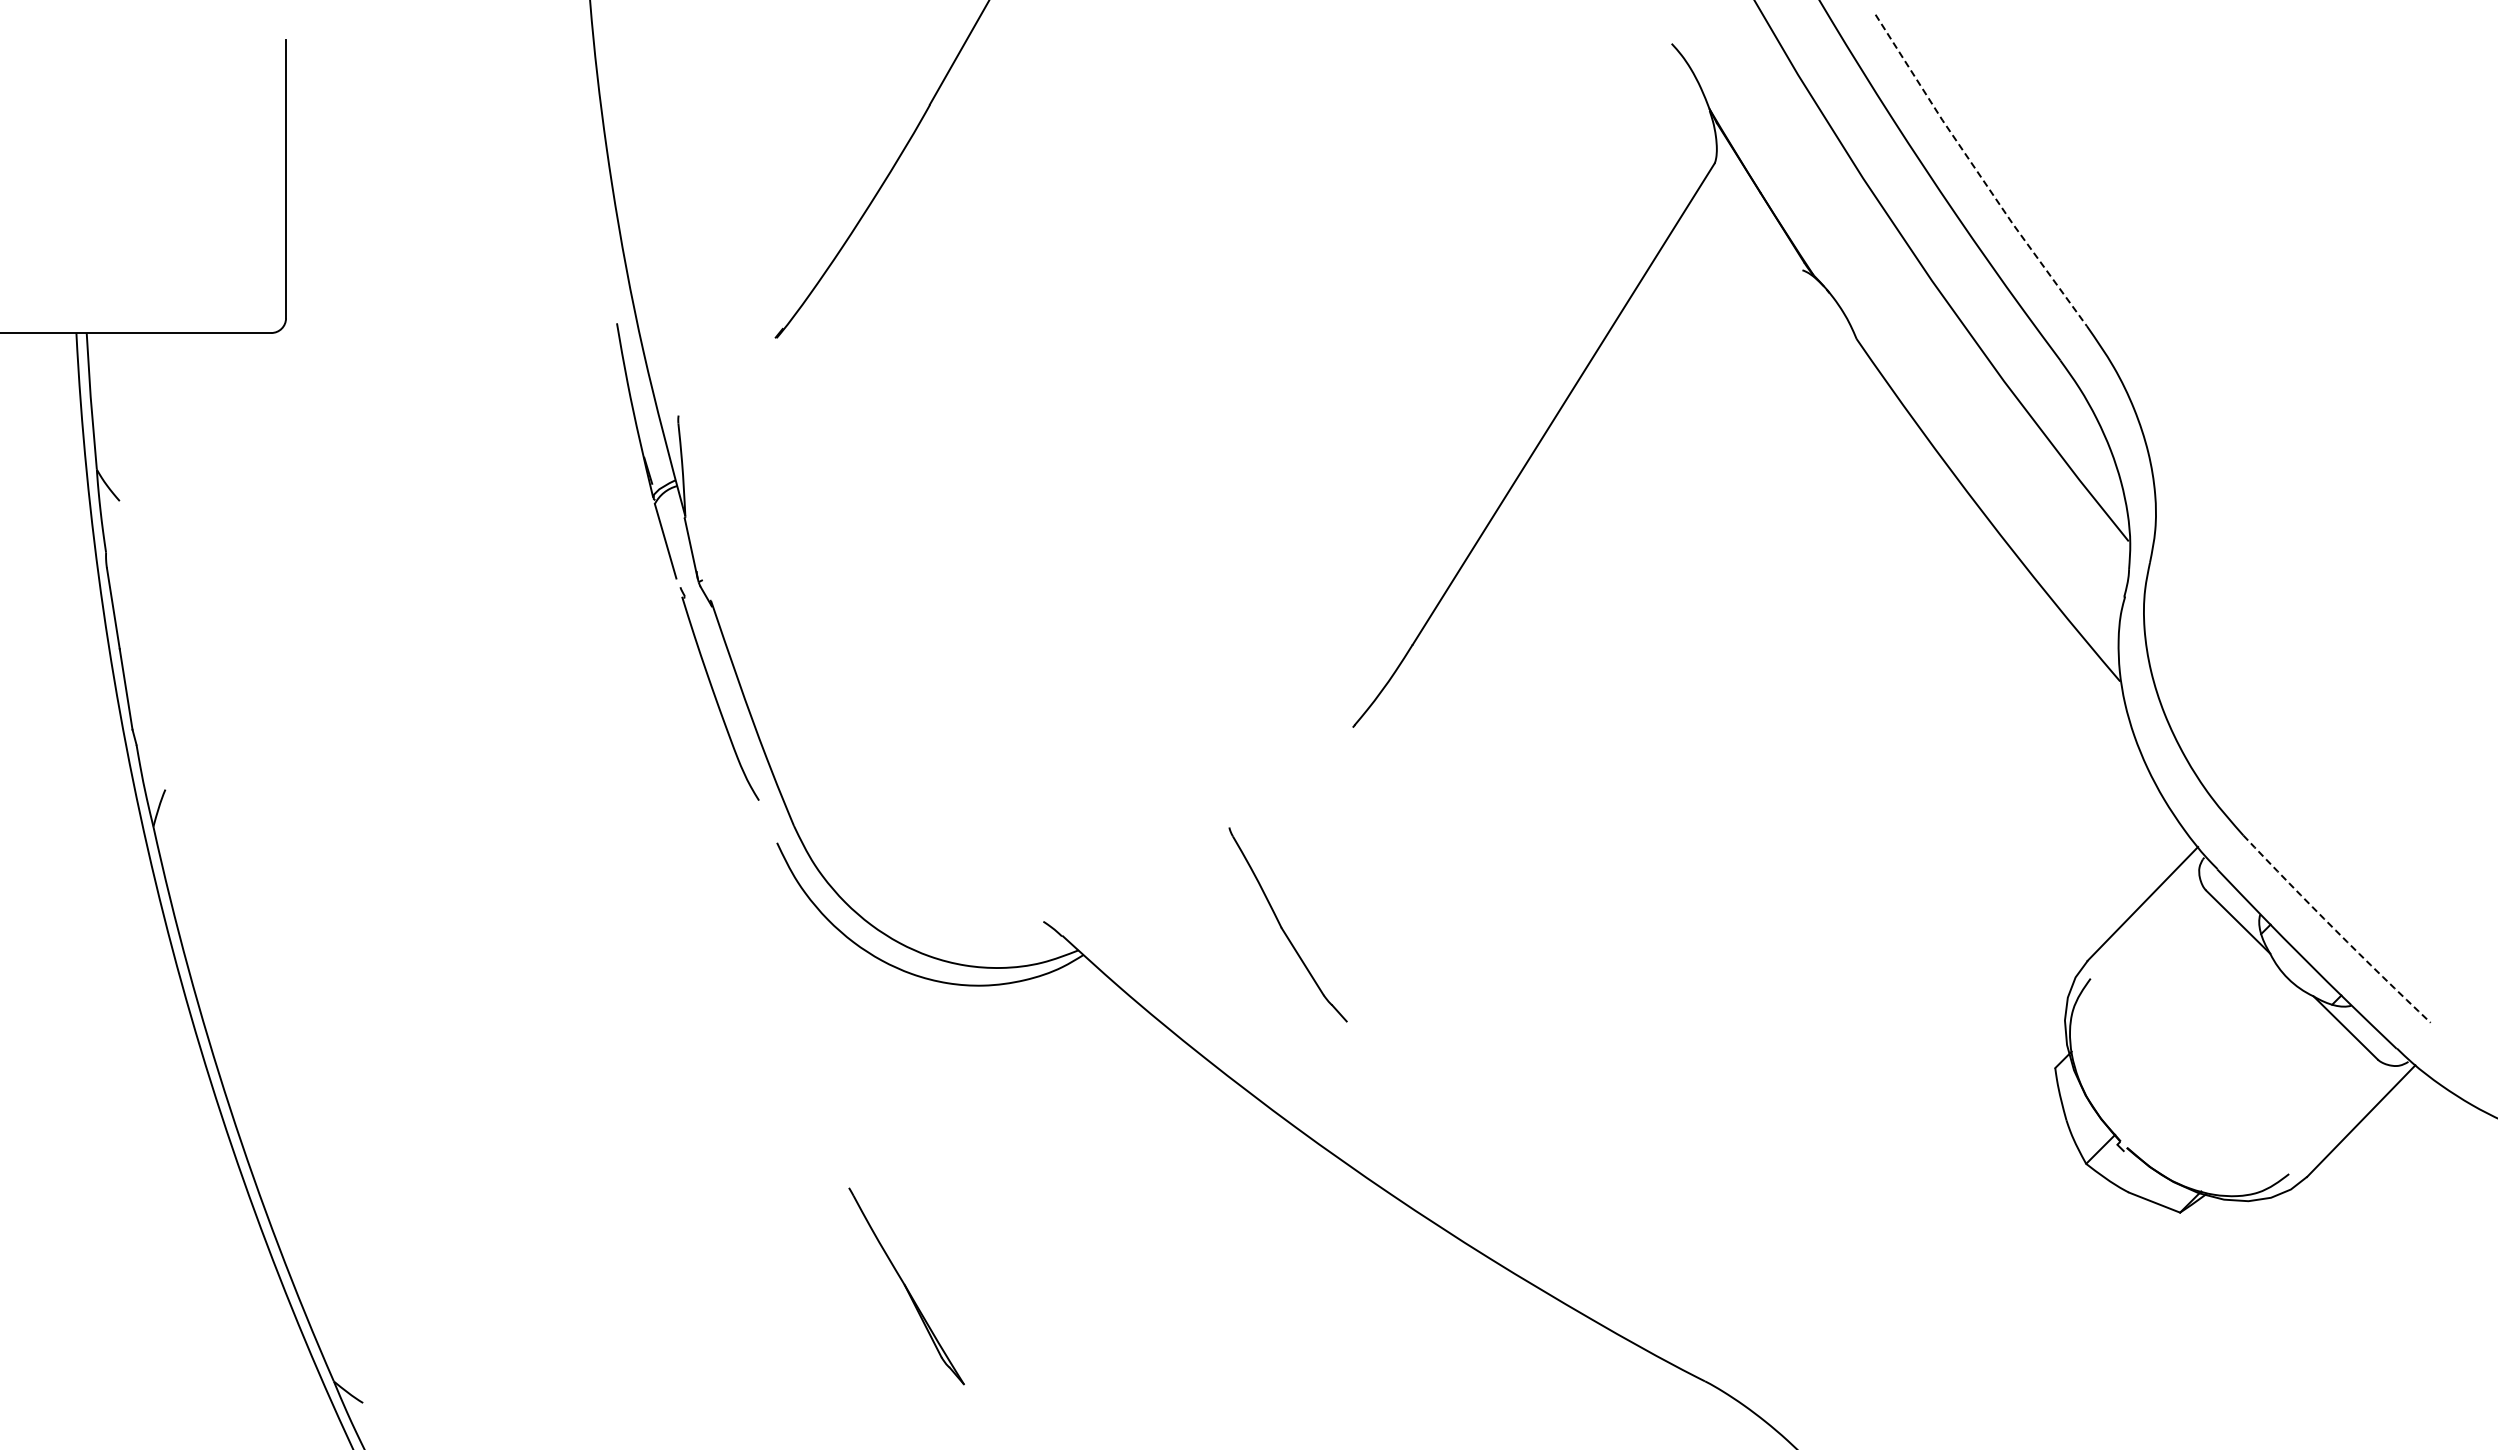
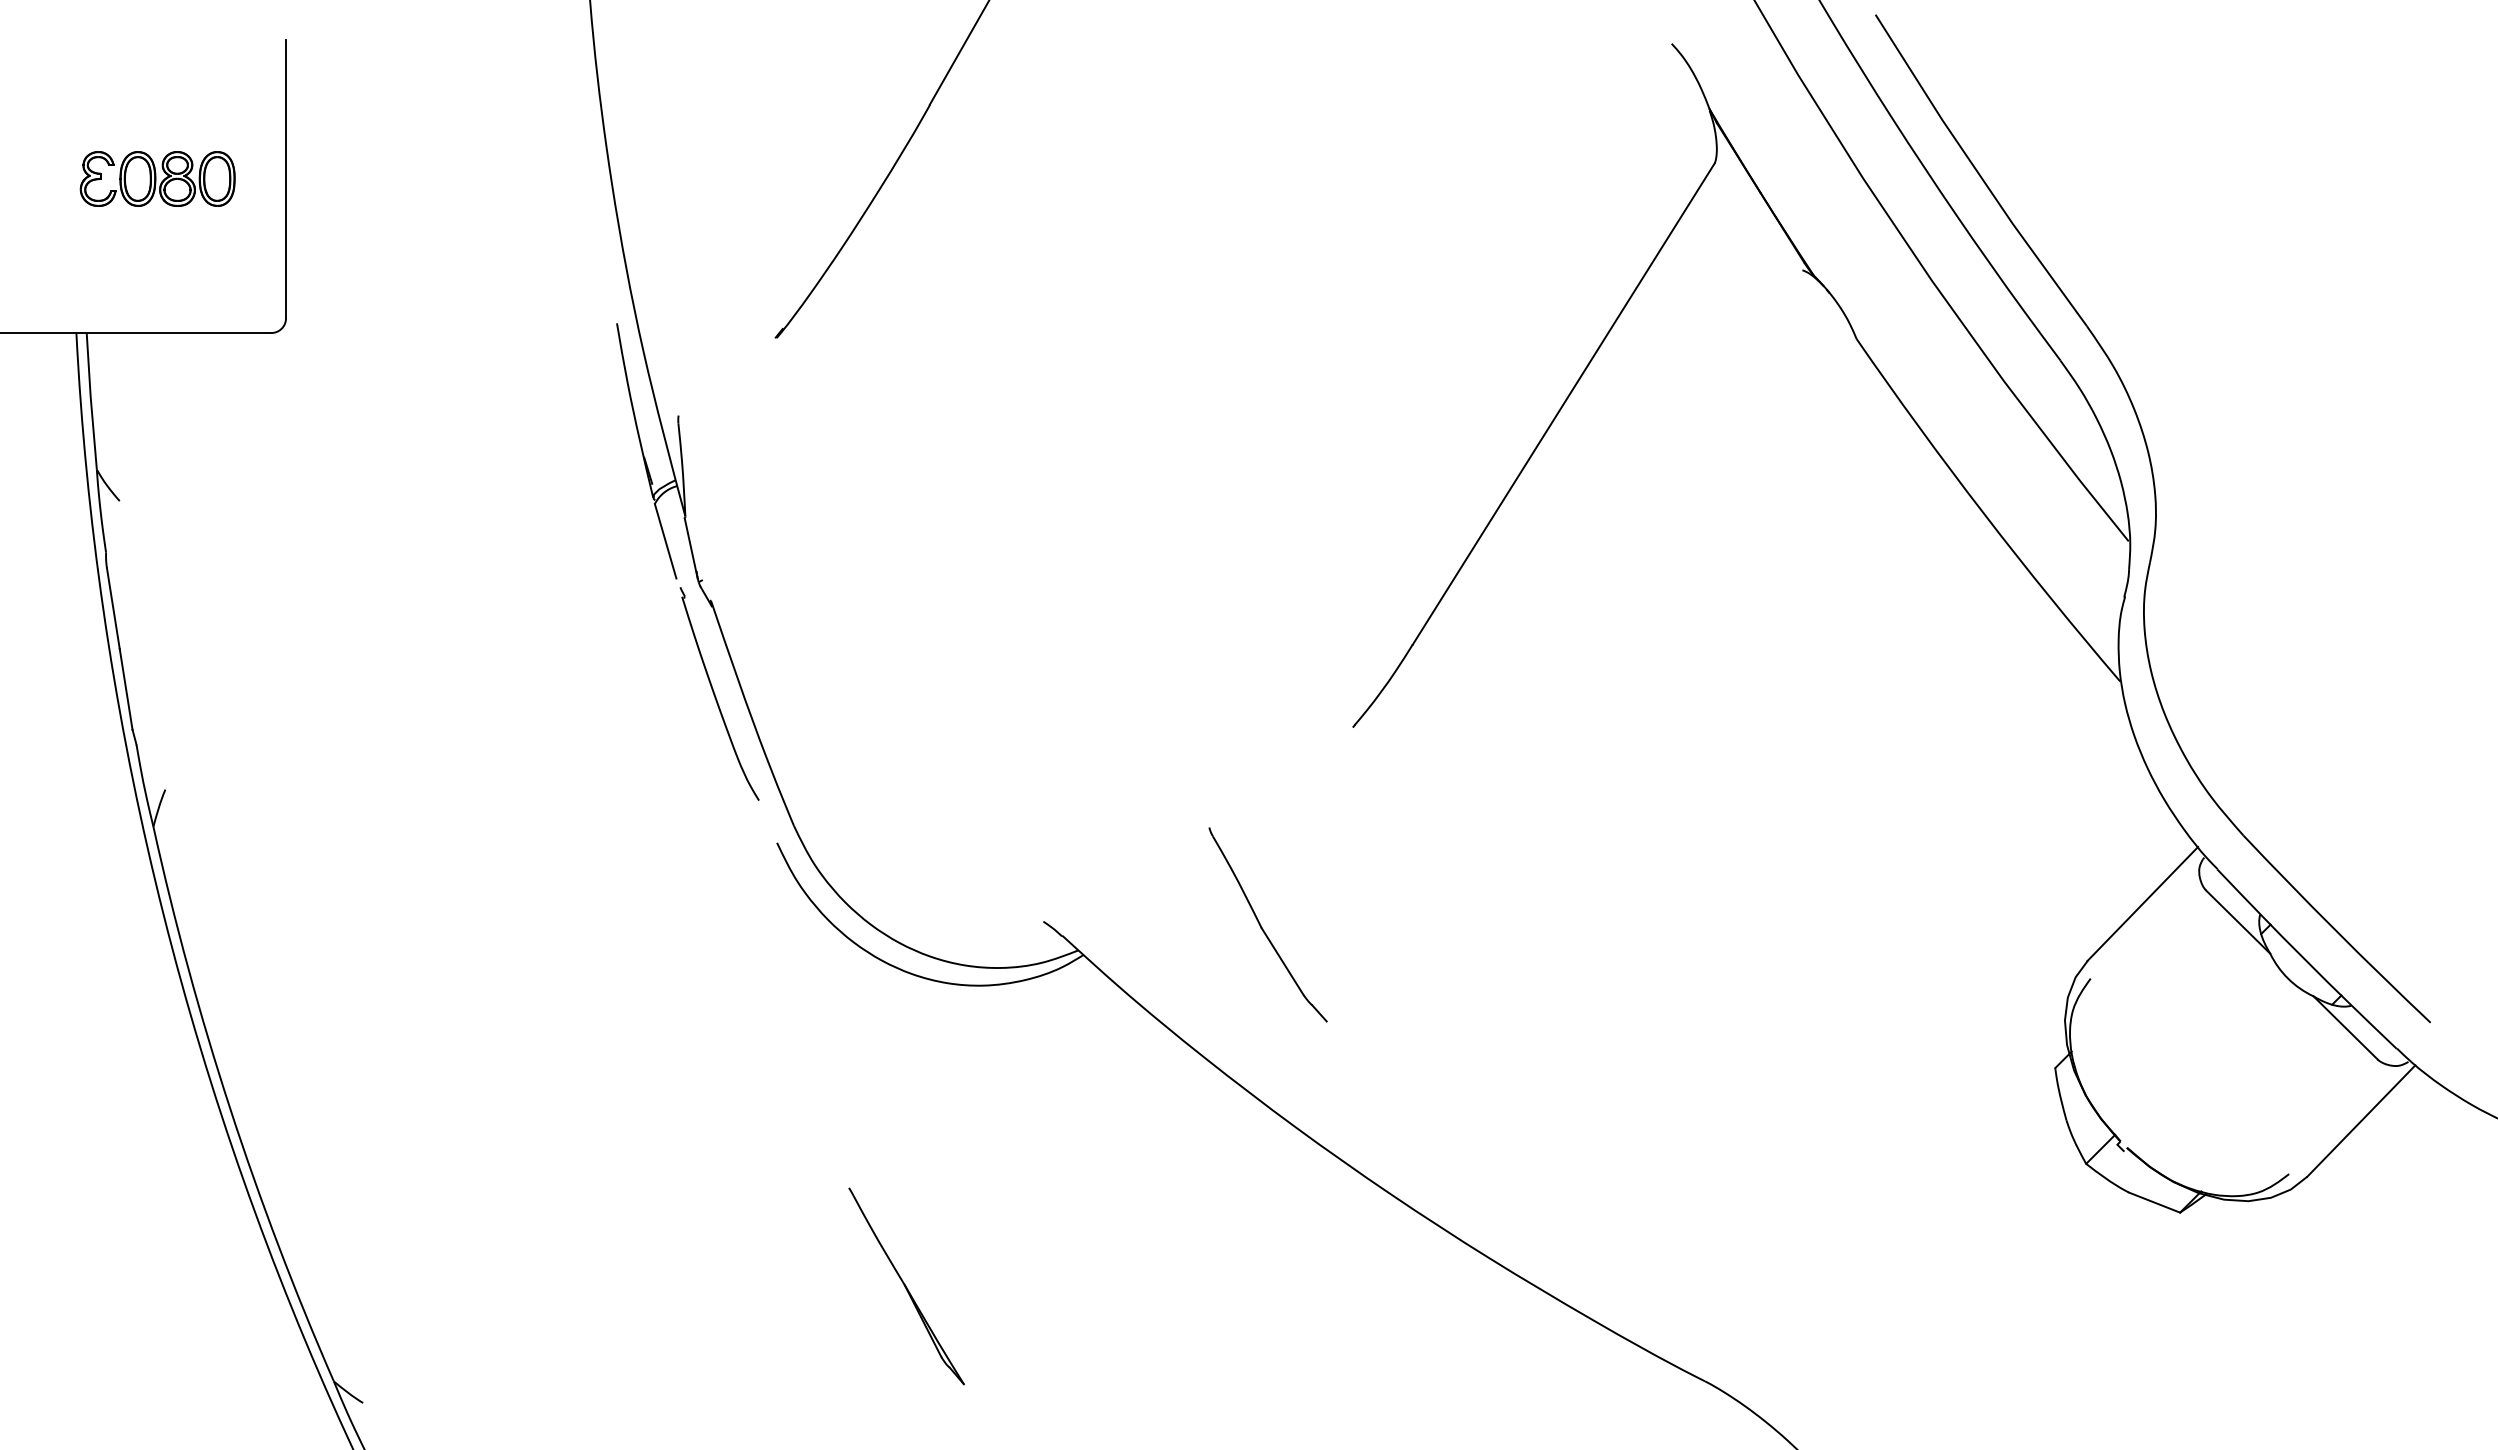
line at (1978, 172): dashed -> solid
part at (157, 178): none -> present
part at (1287, 924) position: (1287, 924) -> (1267, 924)
arc at (2335, 930): dashed -> solid
